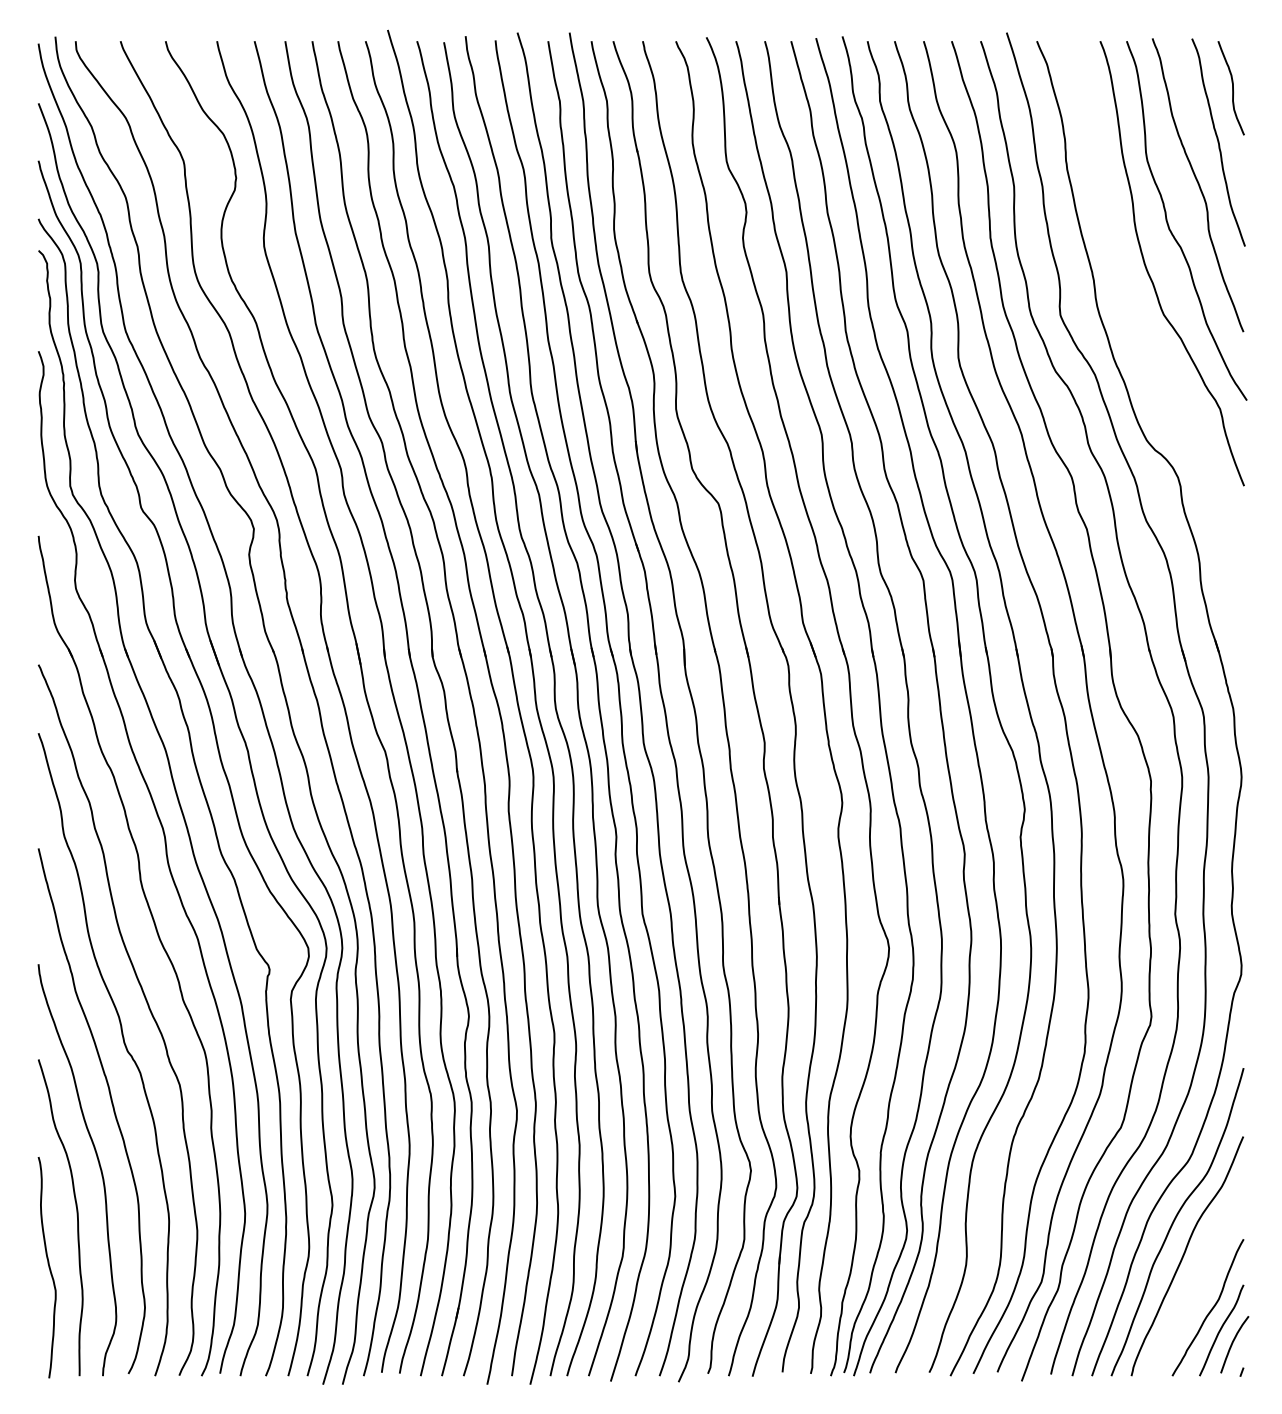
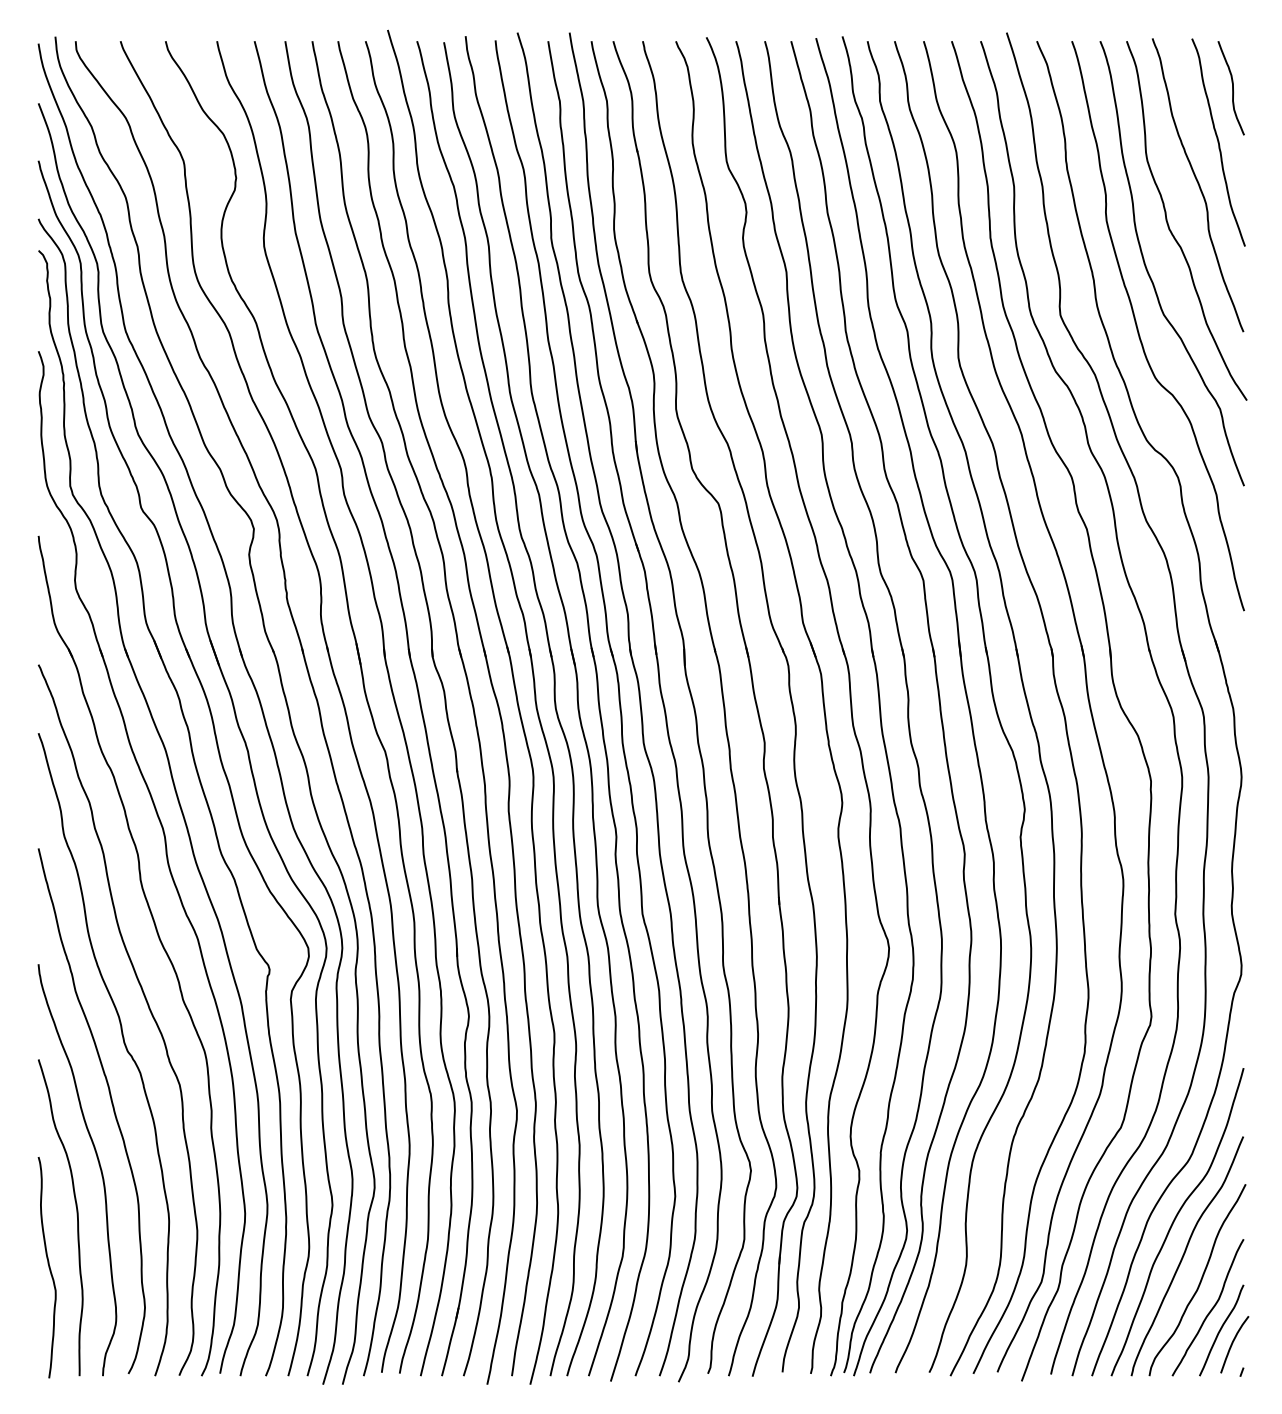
curve at (1139, 332): none -> present
curve at (1199, 1281): none -> present
